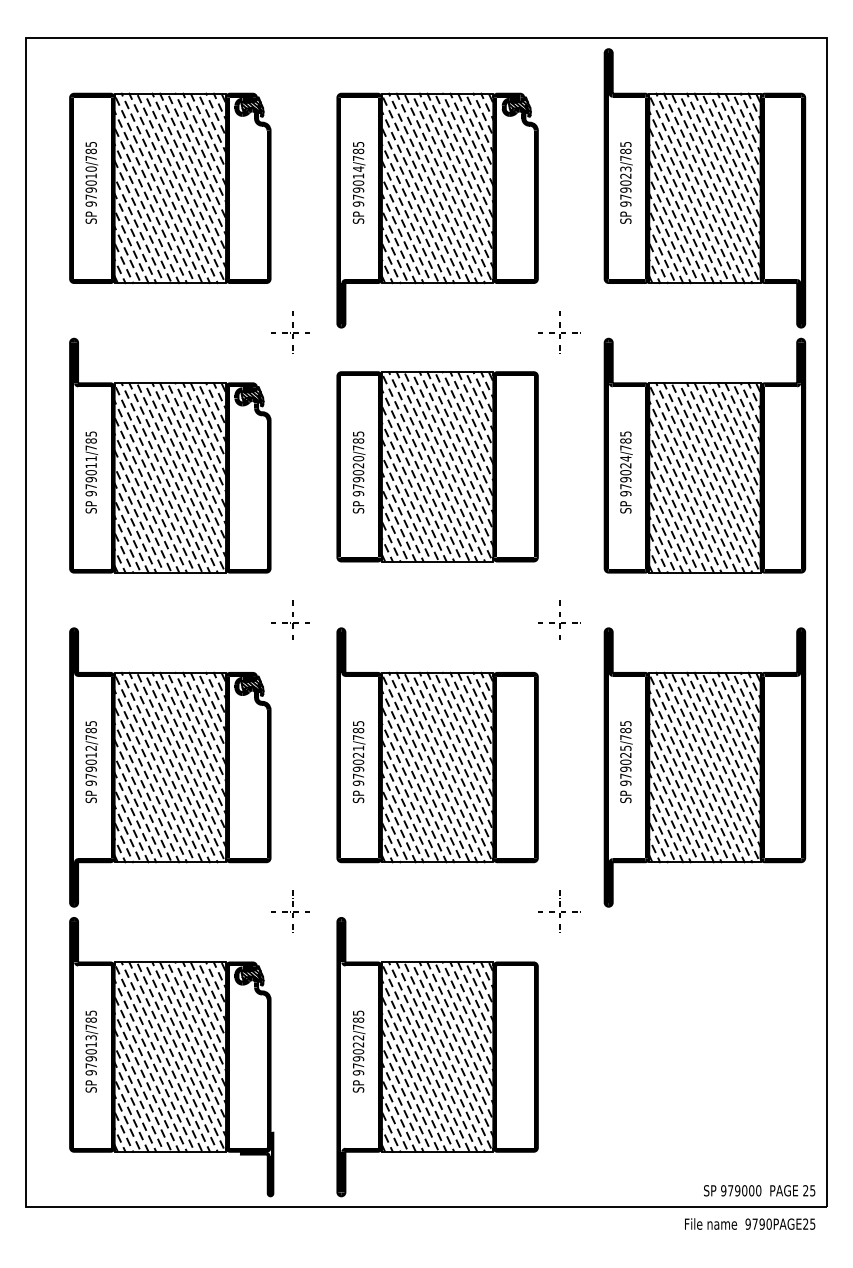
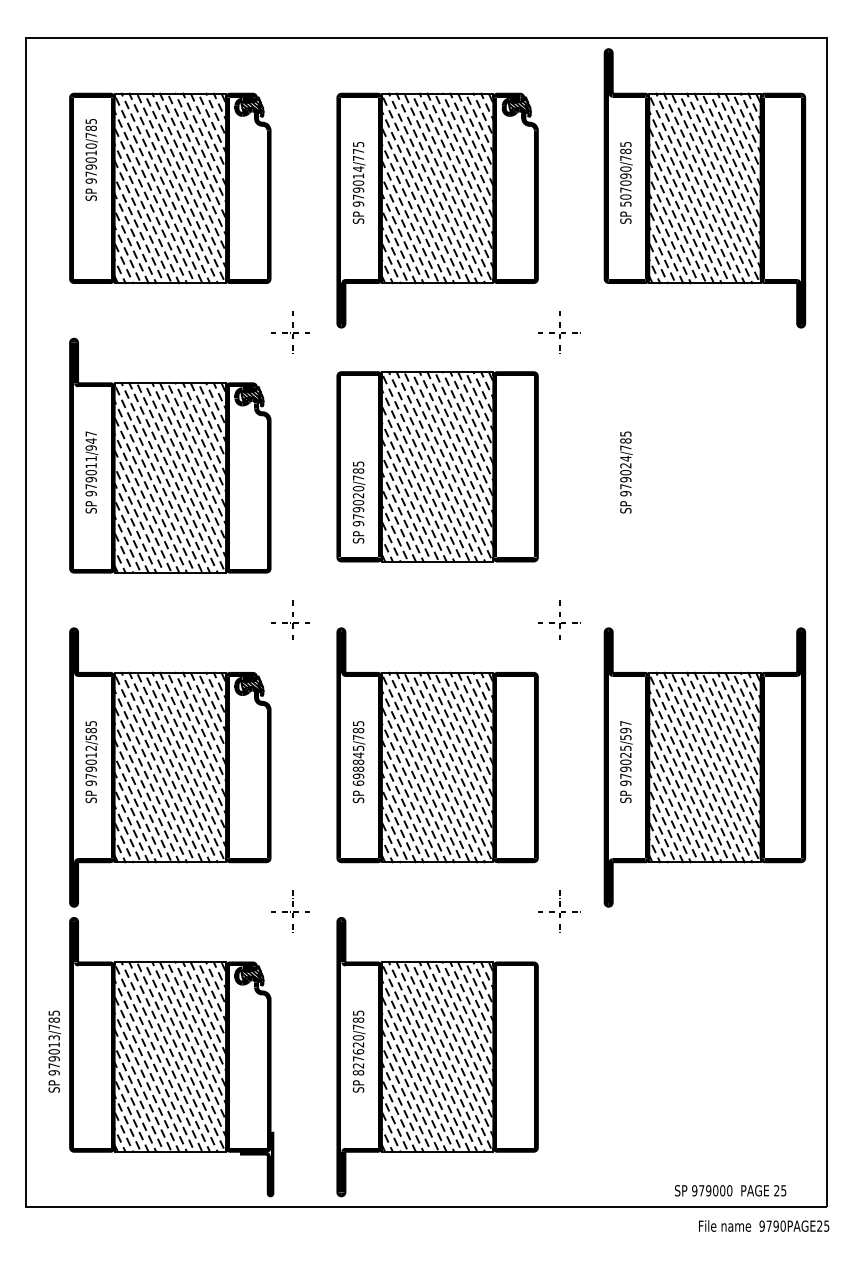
text at (358, 151): 979014/785 -> 979014/775
text at (91, 182) position: (91, 182) -> (91, 159)
text at (625, 186): 979023/785 -> 507090/785
text at (90, 440): 979011/785 -> 979011/947
part at (704, 455): present -> none
text at (358, 472) position: (358, 472) -> (358, 502)
text at (625, 730): 979025/785 -> 979025/597
text at (90, 737): 979012/785 -> 979012/585
text at (358, 765): 979021/785 -> 698845/785
text at (91, 1051) position: (91, 1051) -> (54, 1051)
text at (358, 1055): 979022/785 -> 827620/785
text at (759, 1190) position: (759, 1190) -> (730, 1190)
text at (750, 1223) position: (750, 1223) -> (764, 1225)
